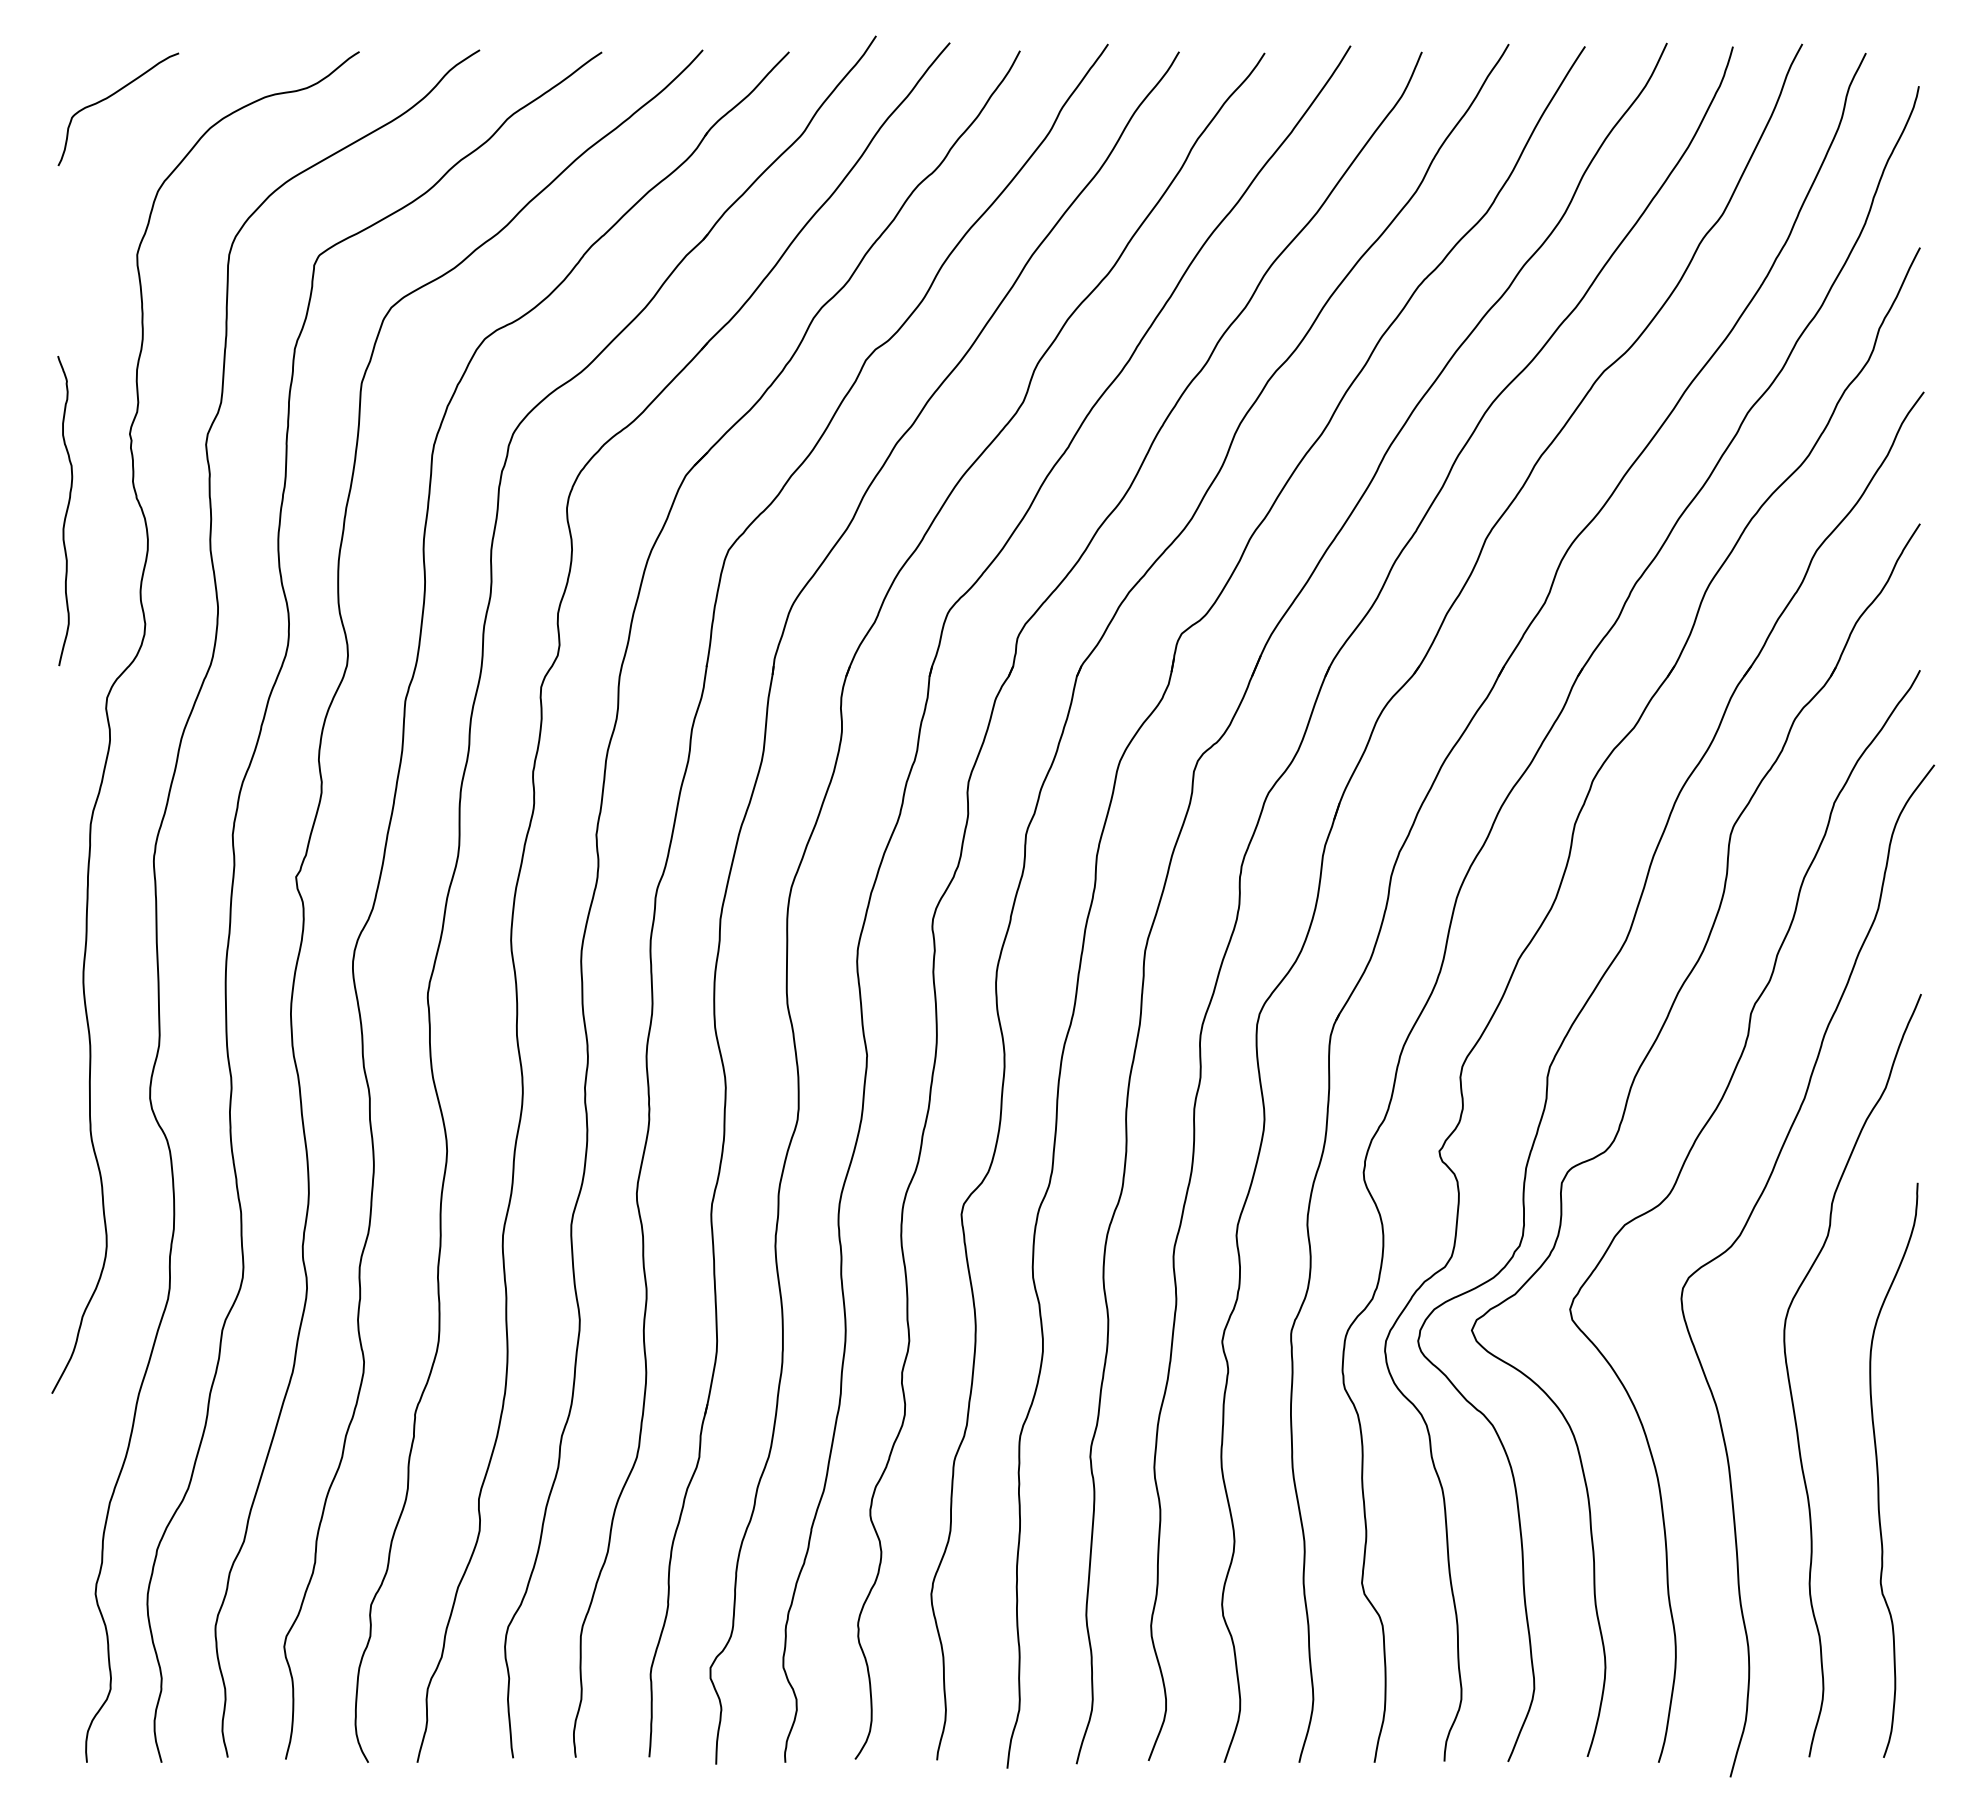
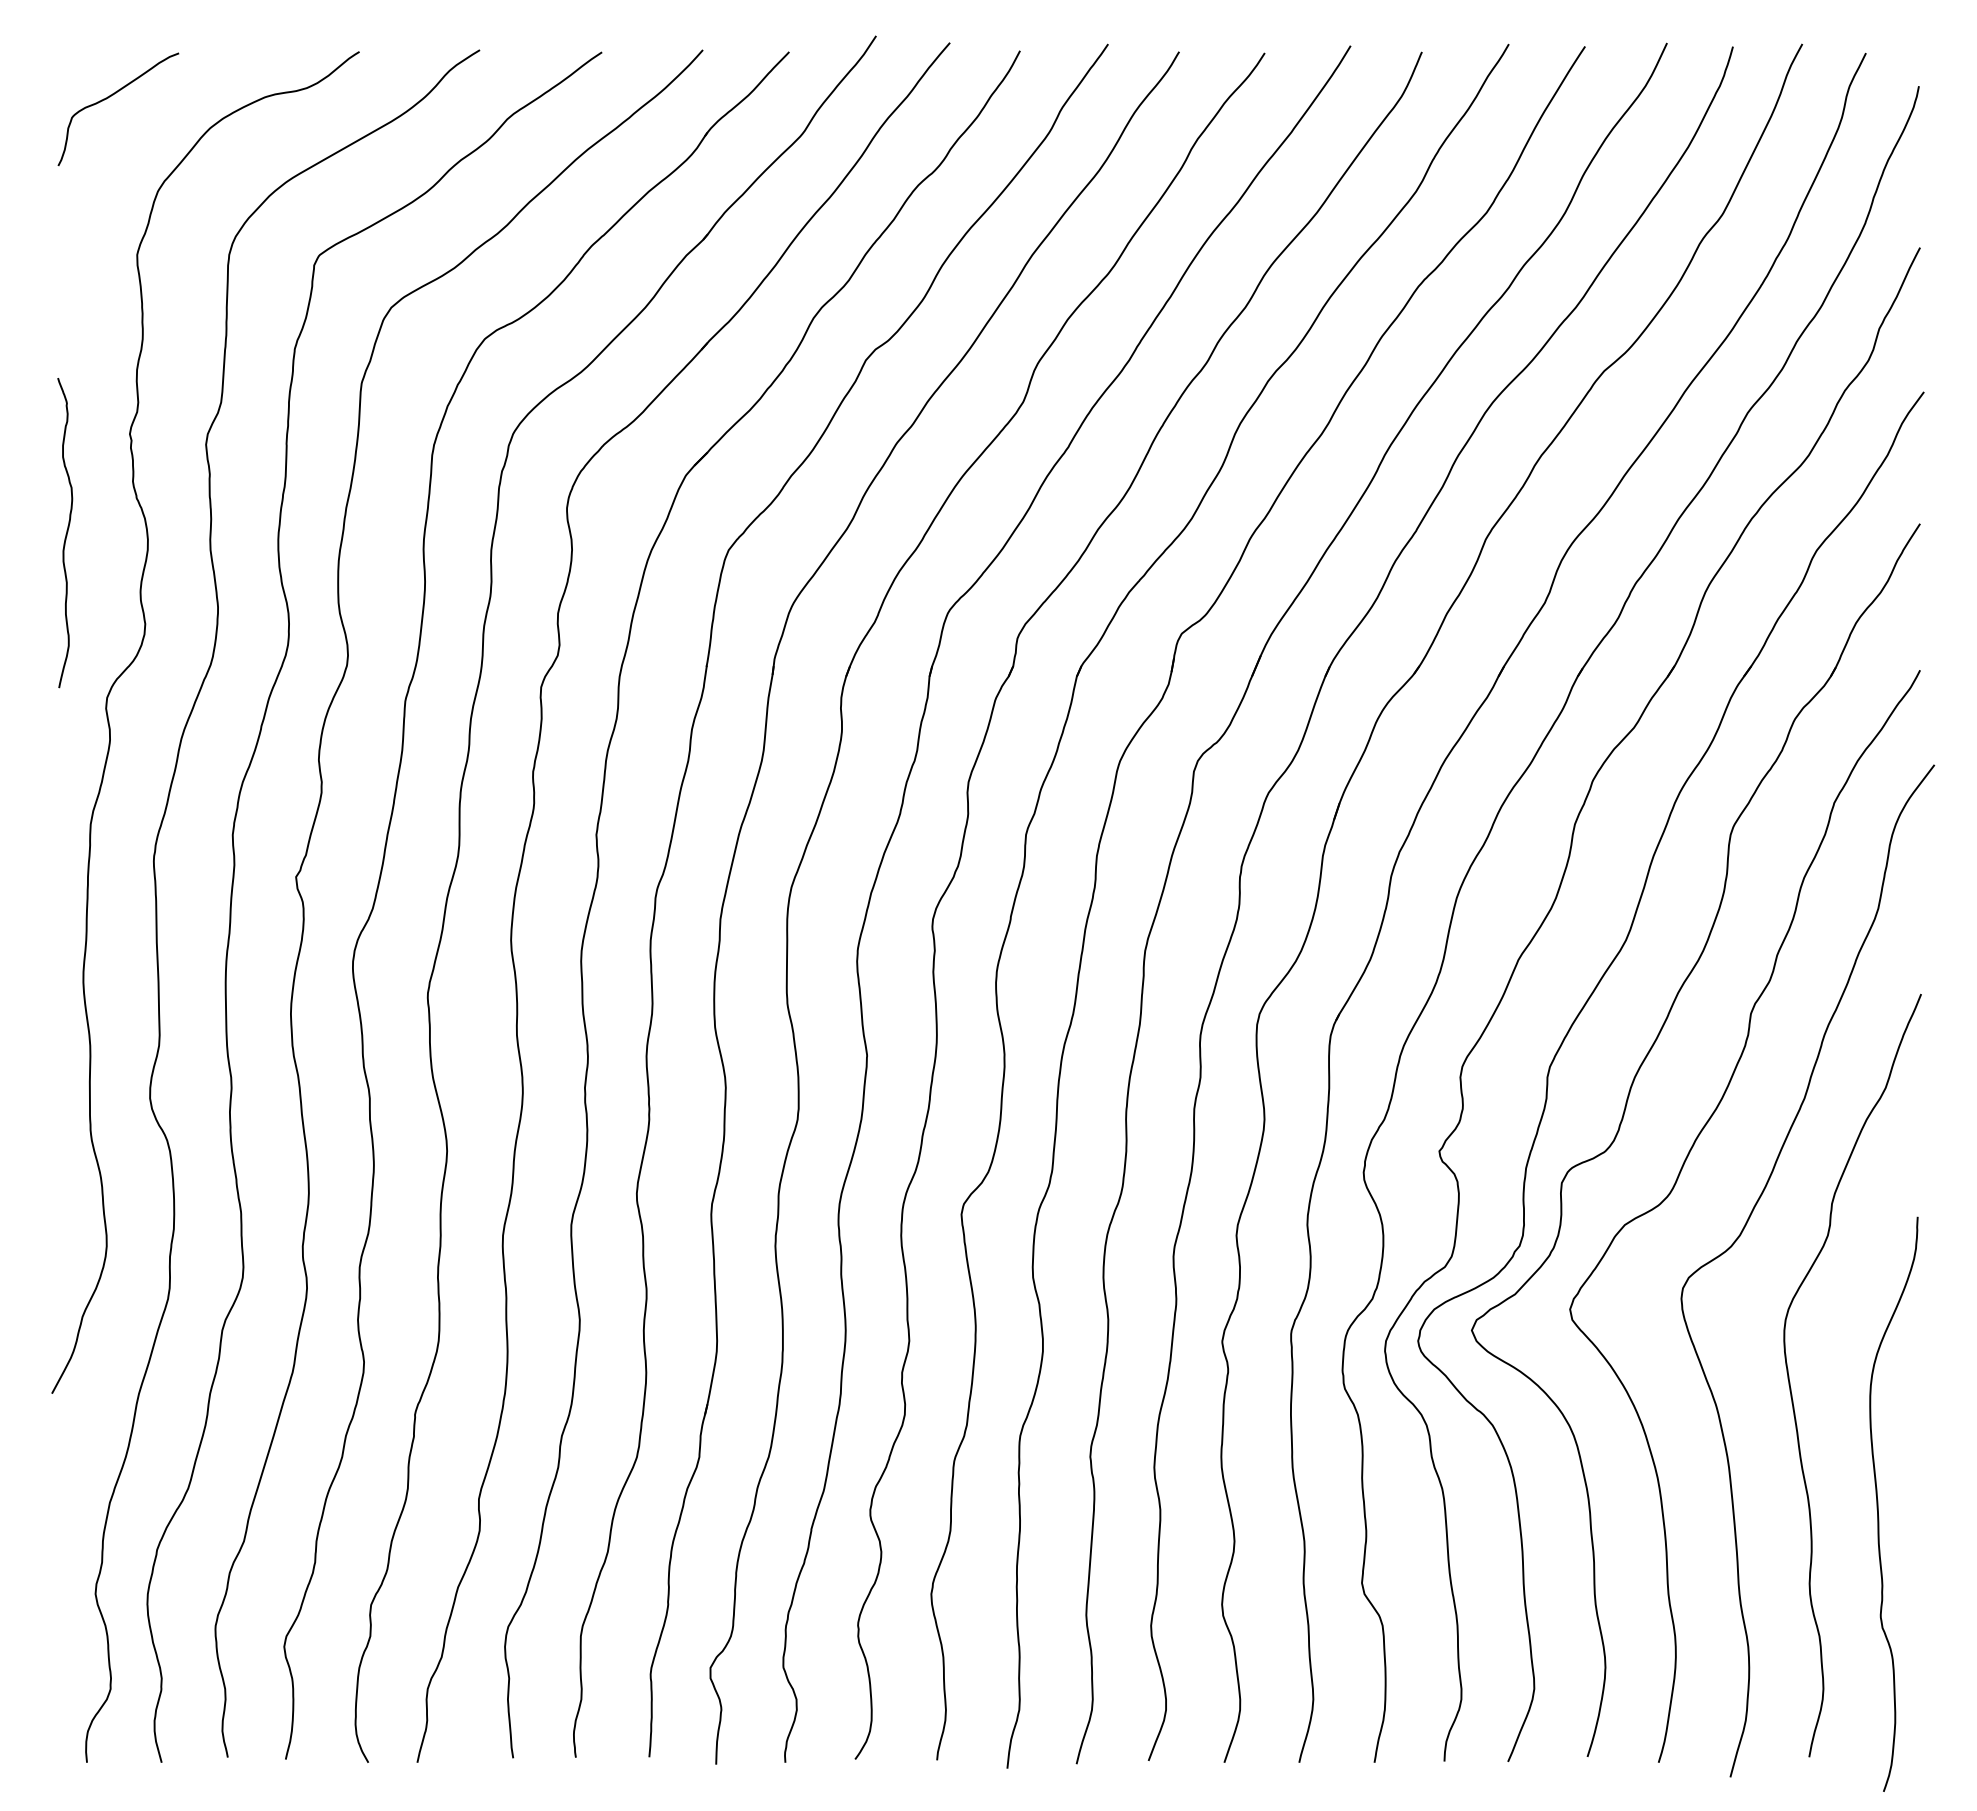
curve at (66, 511) position: (66, 511) -> (66, 533)
curve at (1878, 1469) position: (1878, 1469) -> (1878, 1503)
